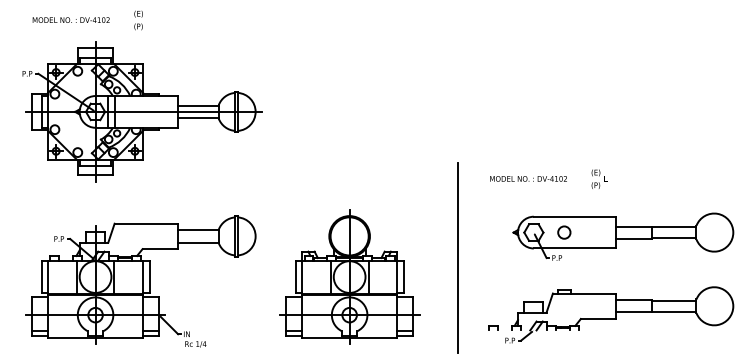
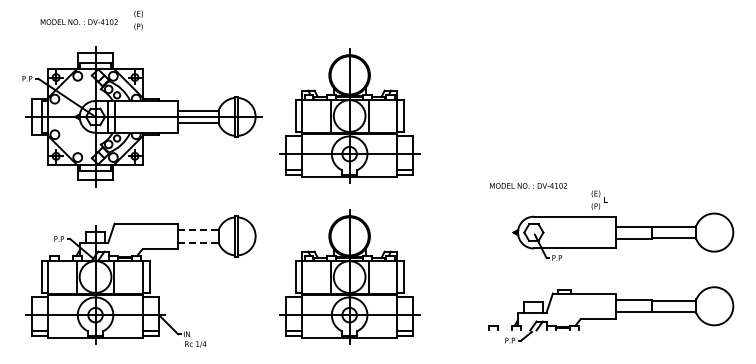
text at (70, 19) position: (70, 19) -> (78, 21)
part at (142, 111) position: (142, 111) -> (142, 116)
part at (349, 115): none -> present
text at (528, 178) position: (528, 178) -> (528, 185)
text at (599, 178) position: (599, 178) -> (599, 199)
line at (198, 230): solid -> dashed
circle at (564, 232): present -> none
line at (198, 242): solid -> dashed
line at (457, 257): present -> none
